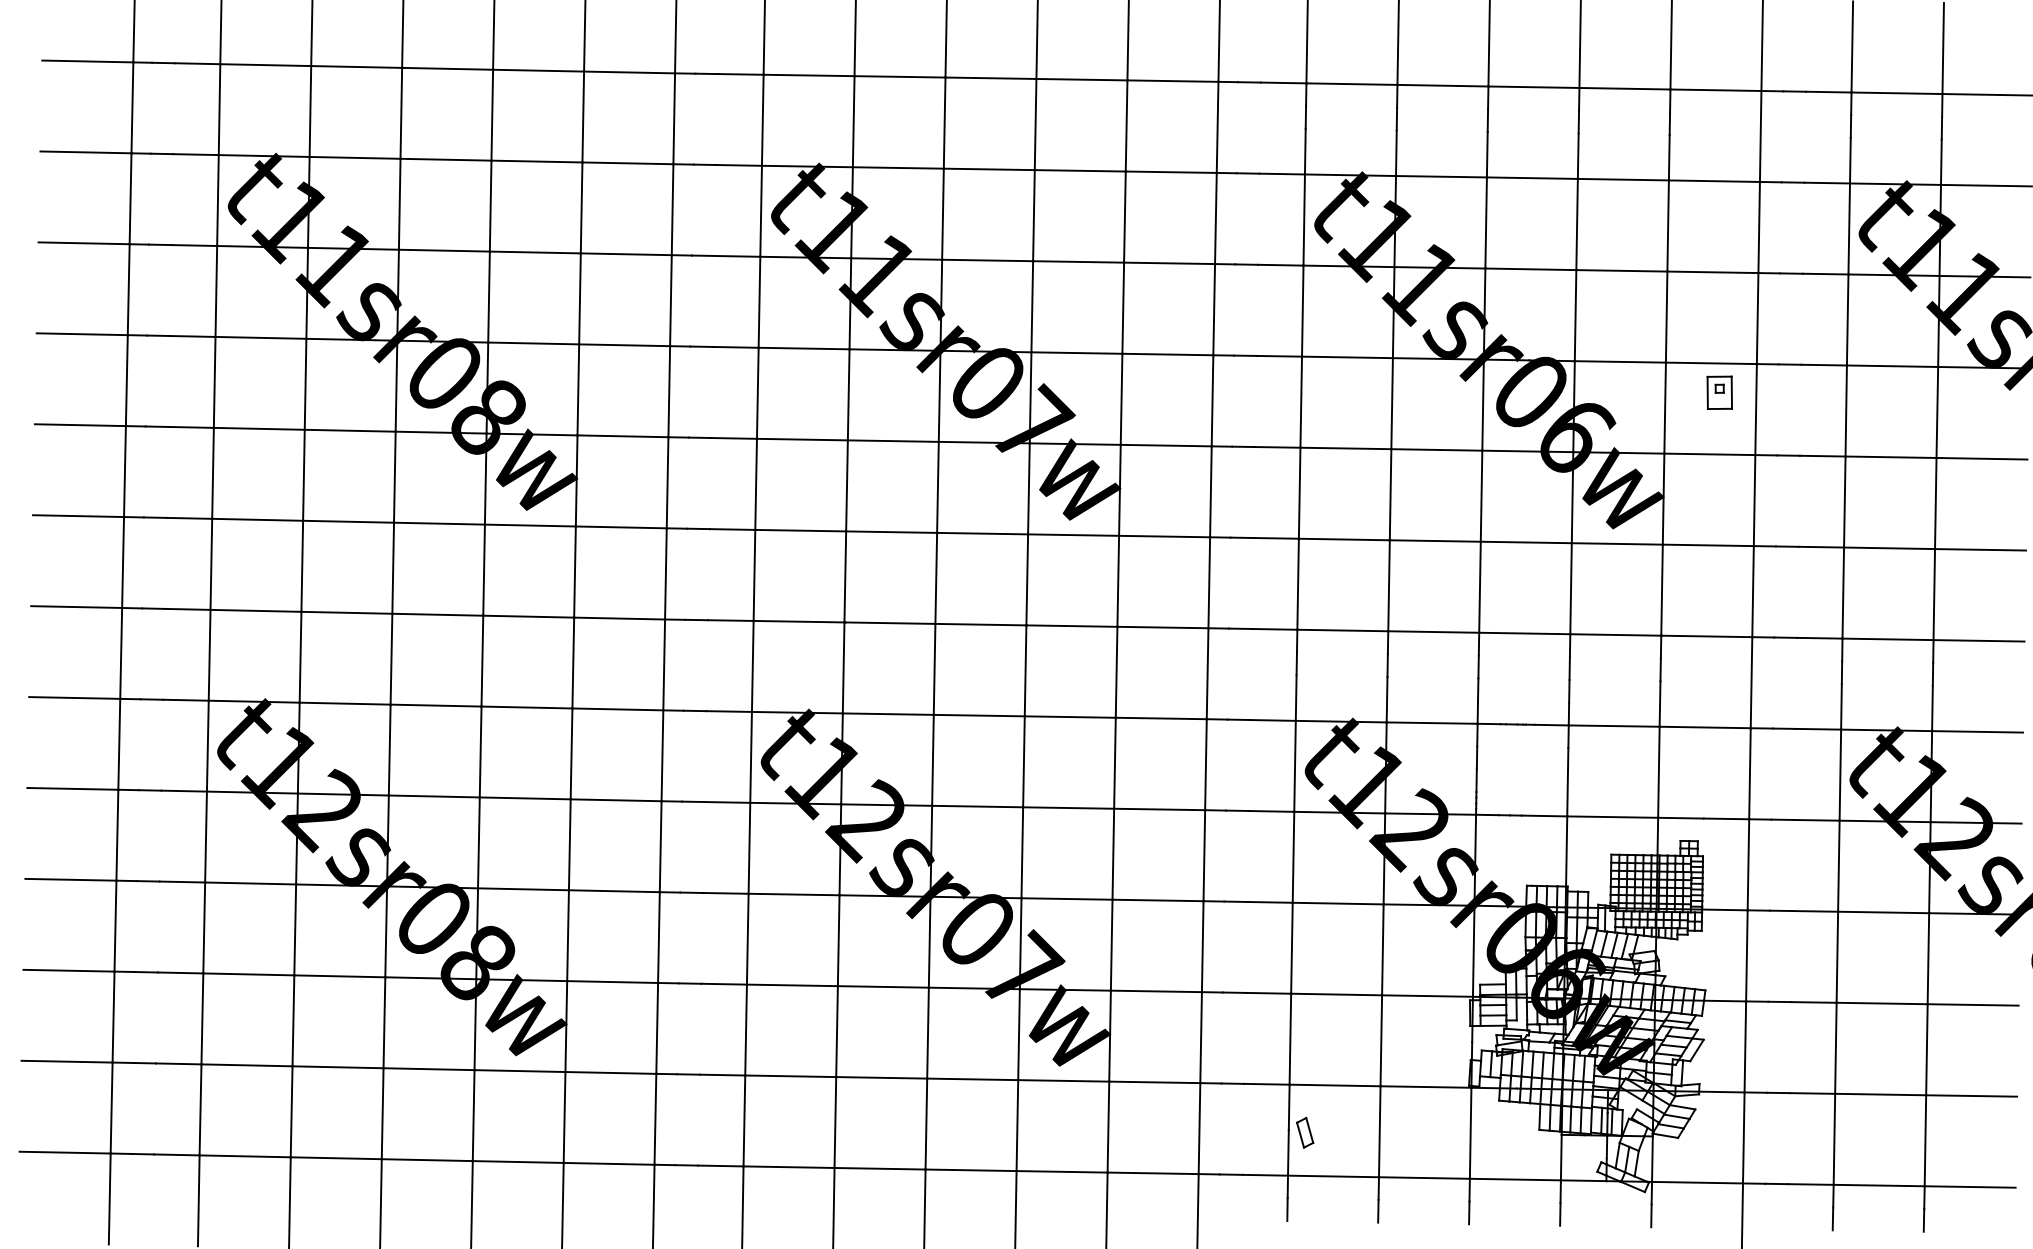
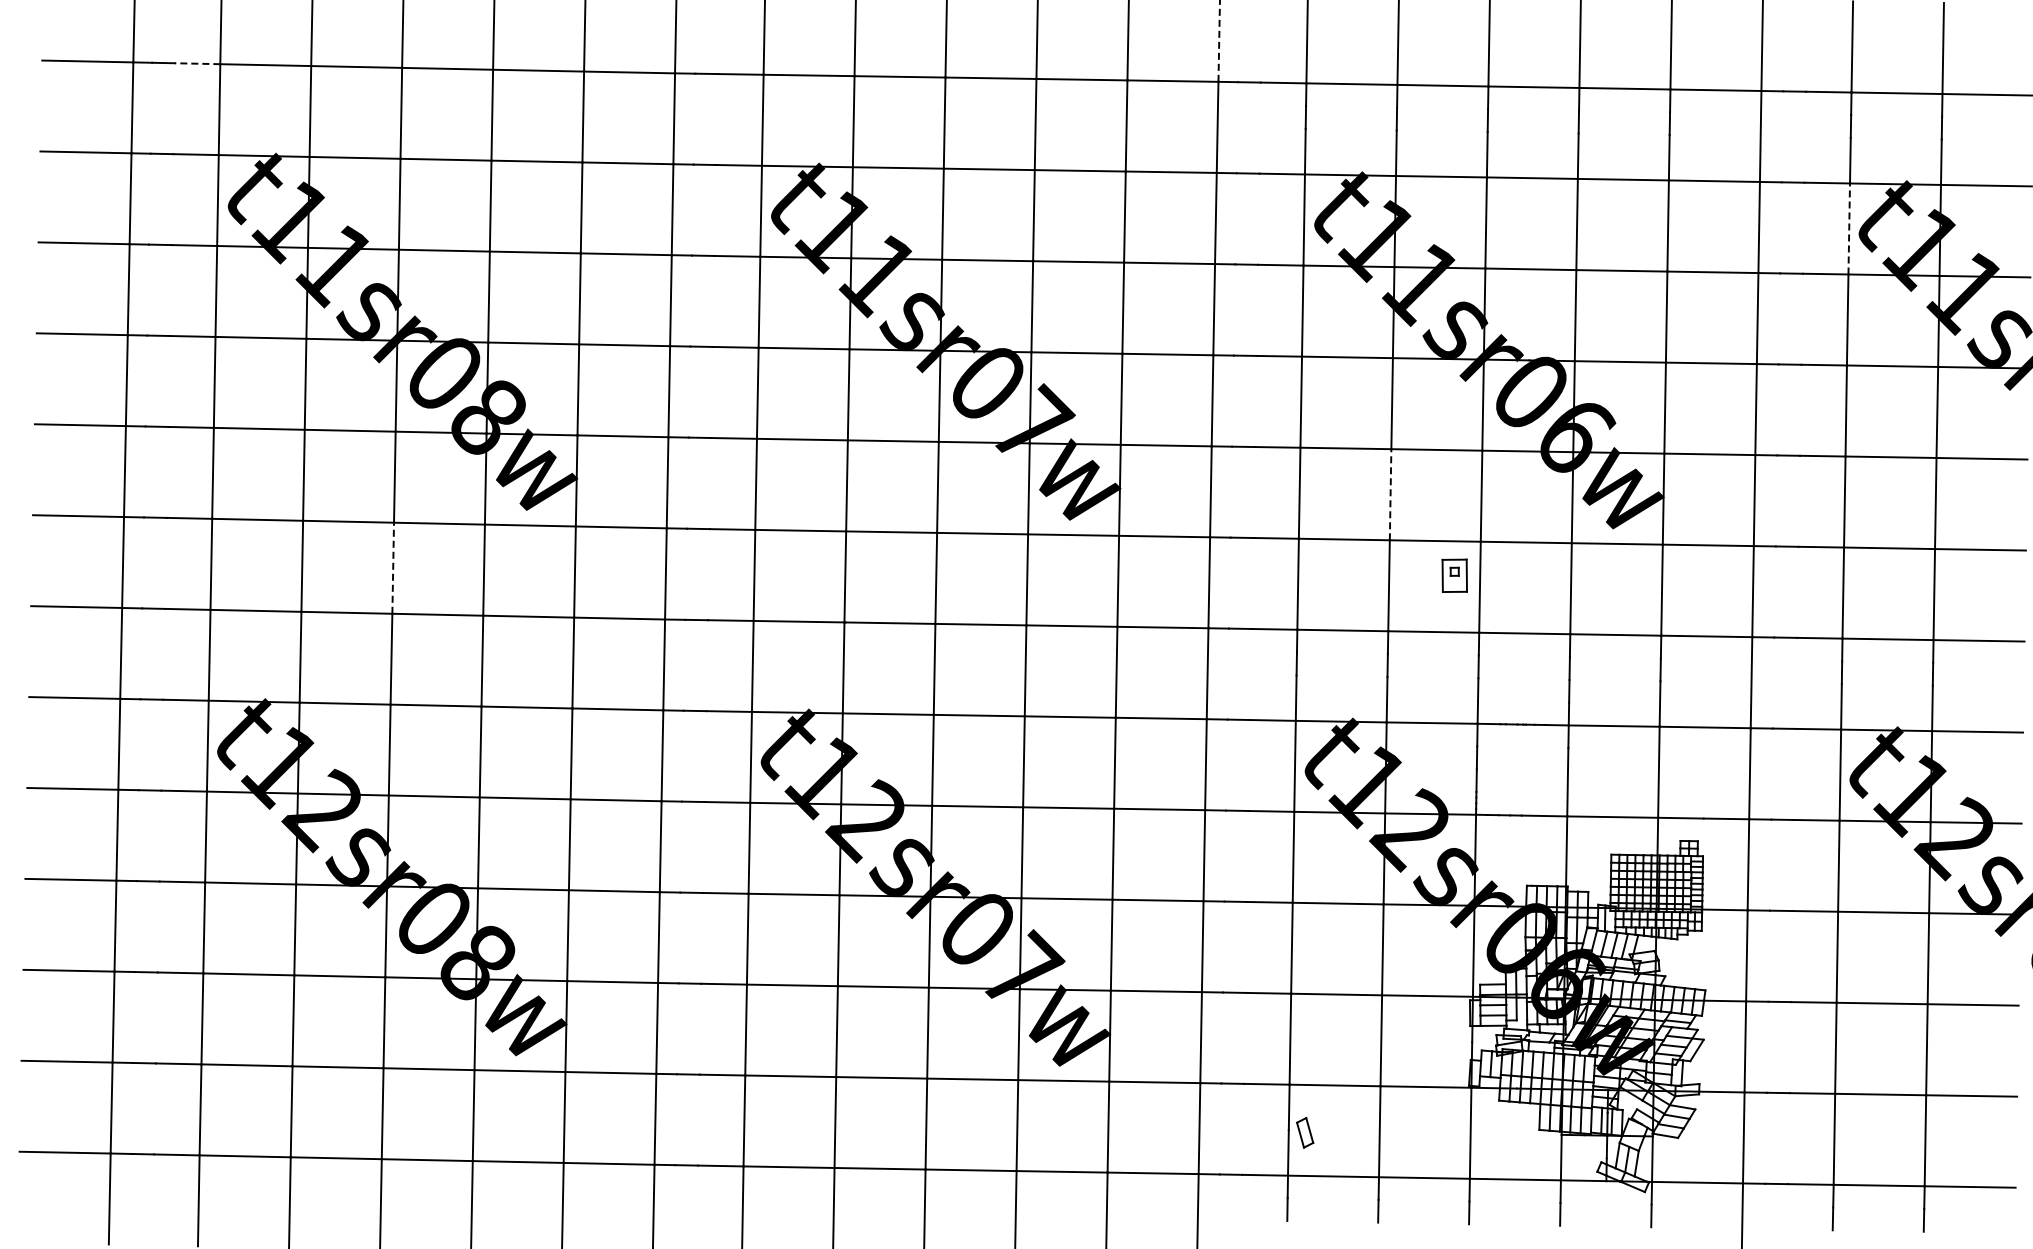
line at (1219, 40): solid -> dashed
line at (197, 63): solid -> dashed
line at (1849, 228): solid -> dashed
part at (1719, 392) position: (1719, 392) -> (1454, 575)
line at (1390, 494): solid -> dashed
line at (393, 568): solid -> dashed
